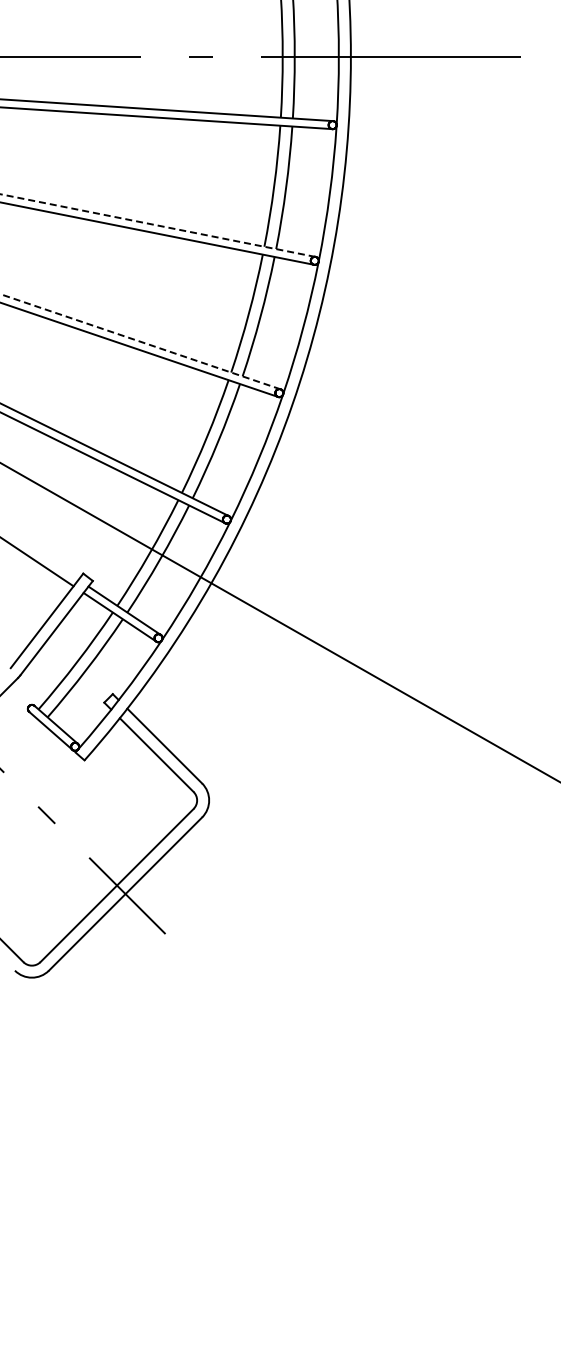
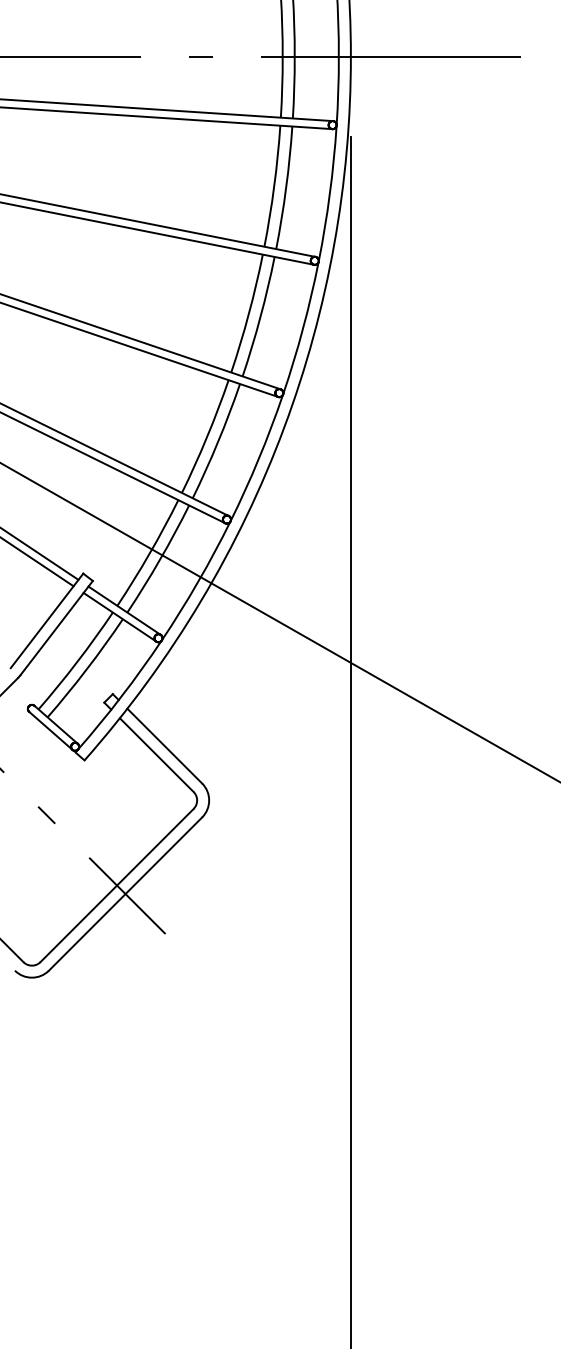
line at (157, 225): dashed -> solid
line at (140, 341): dashed -> solid
line at (40, 554): none -> present
line at (350, 740): none -> present
